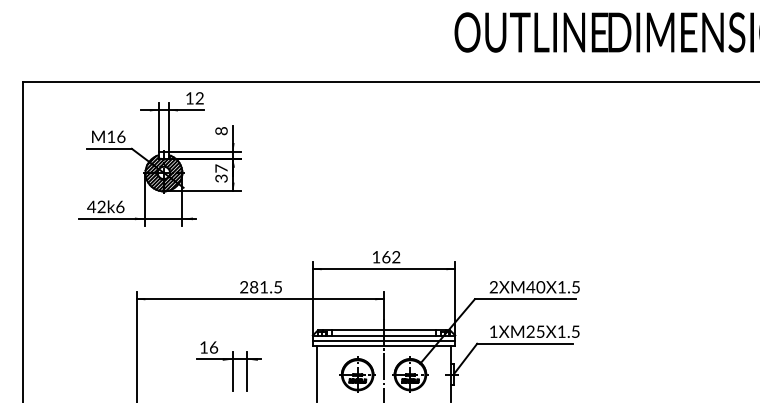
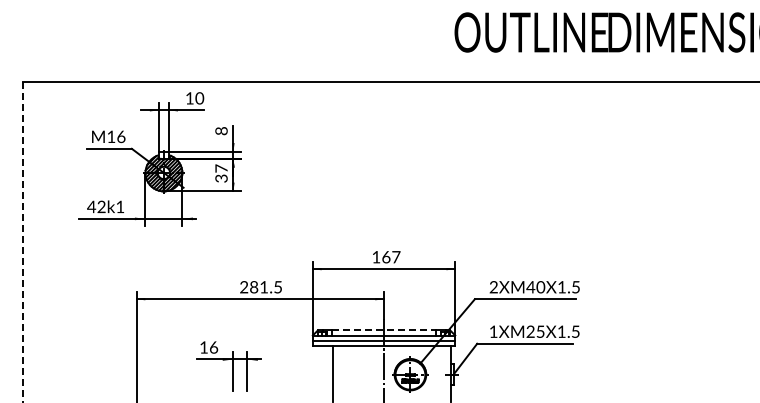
text at (199, 99): 12 -> 10
text at (120, 206): 42k6 -> 42k1
line at (22, 242): solid -> dashed
text at (396, 257): 162 -> 167
line at (384, 330): solid -> dashed
line at (317, 372) position: (317, 372) -> (333, 372)
part at (357, 374): present -> none
